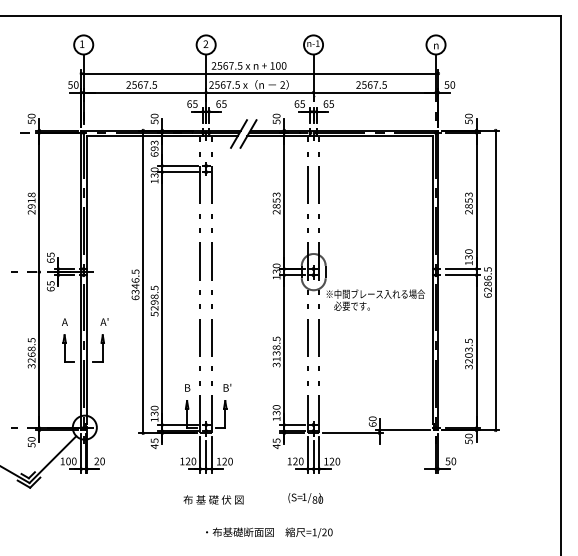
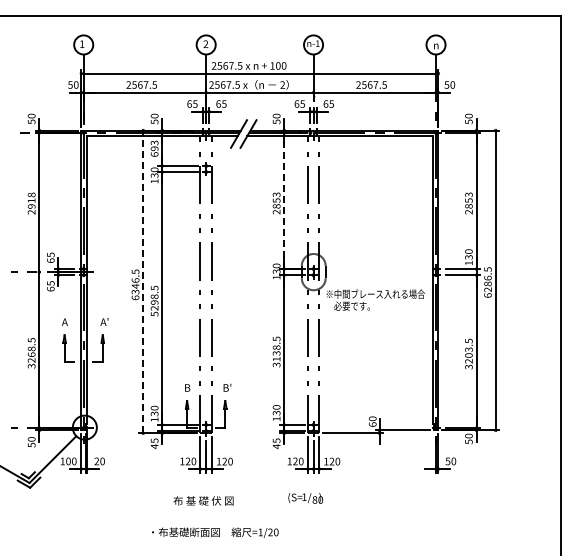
line at (284, 200): solid -> dashed
line at (143, 281): solid -> dashed
text at (213, 499) position: (213, 499) -> (203, 500)
text at (269, 532) position: (269, 532) -> (215, 532)
